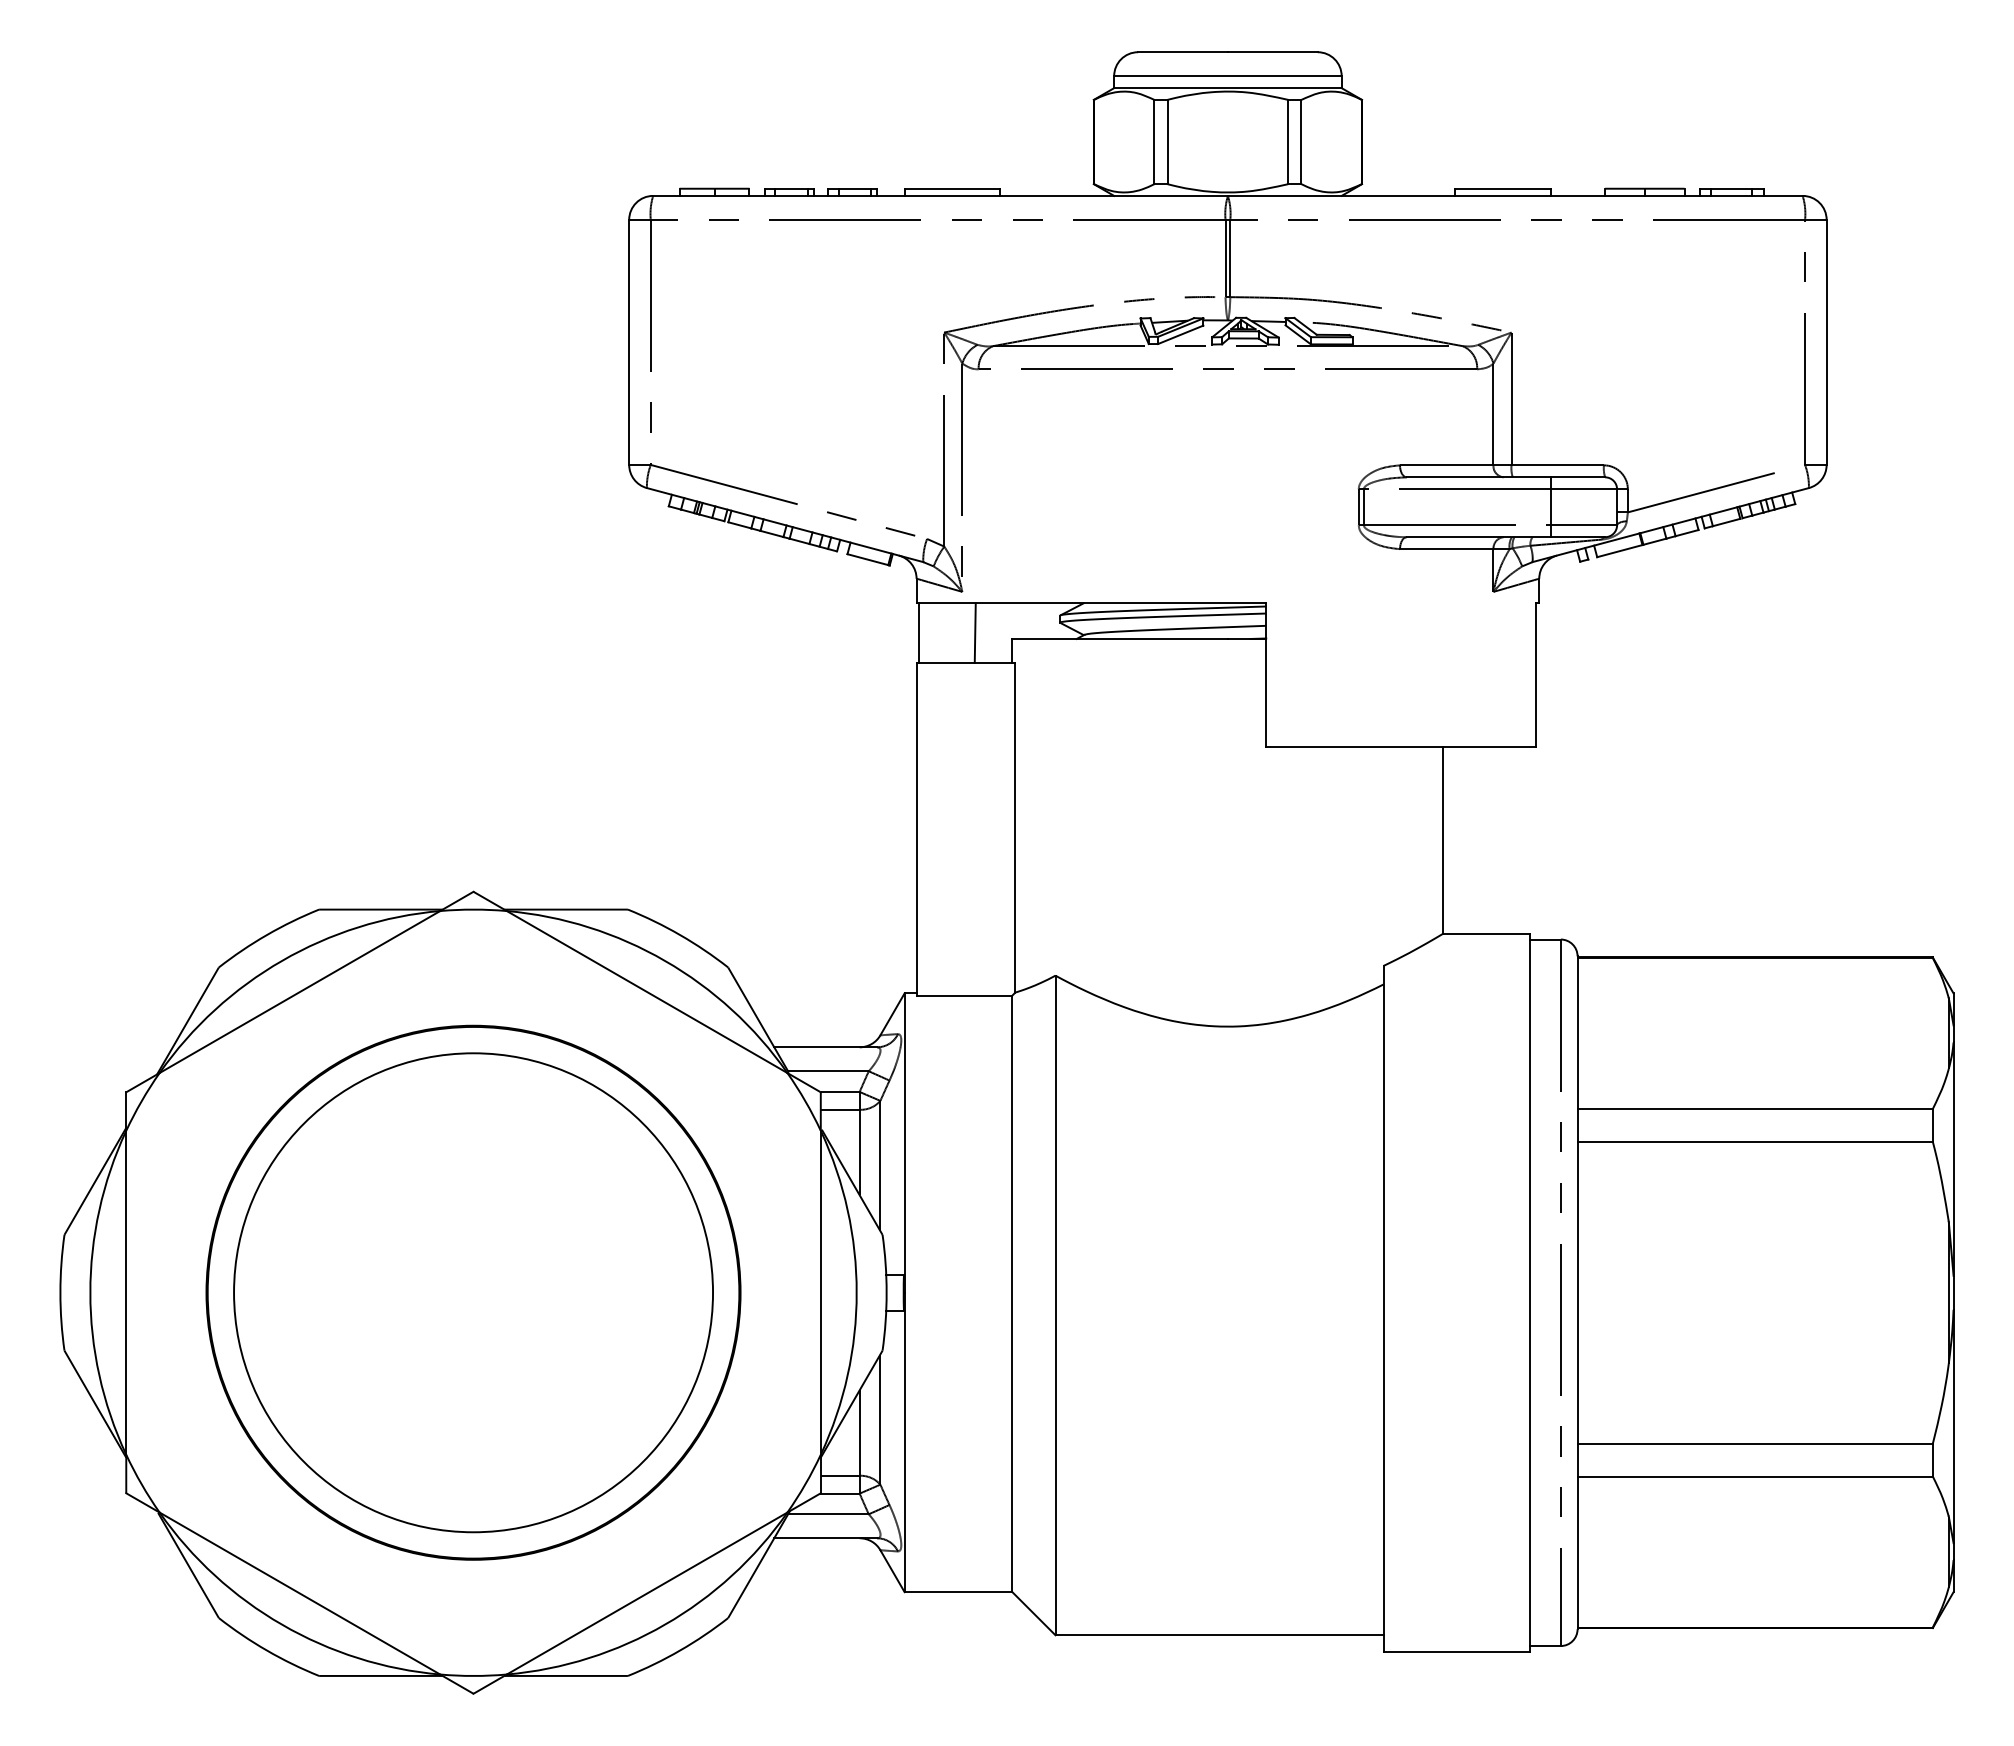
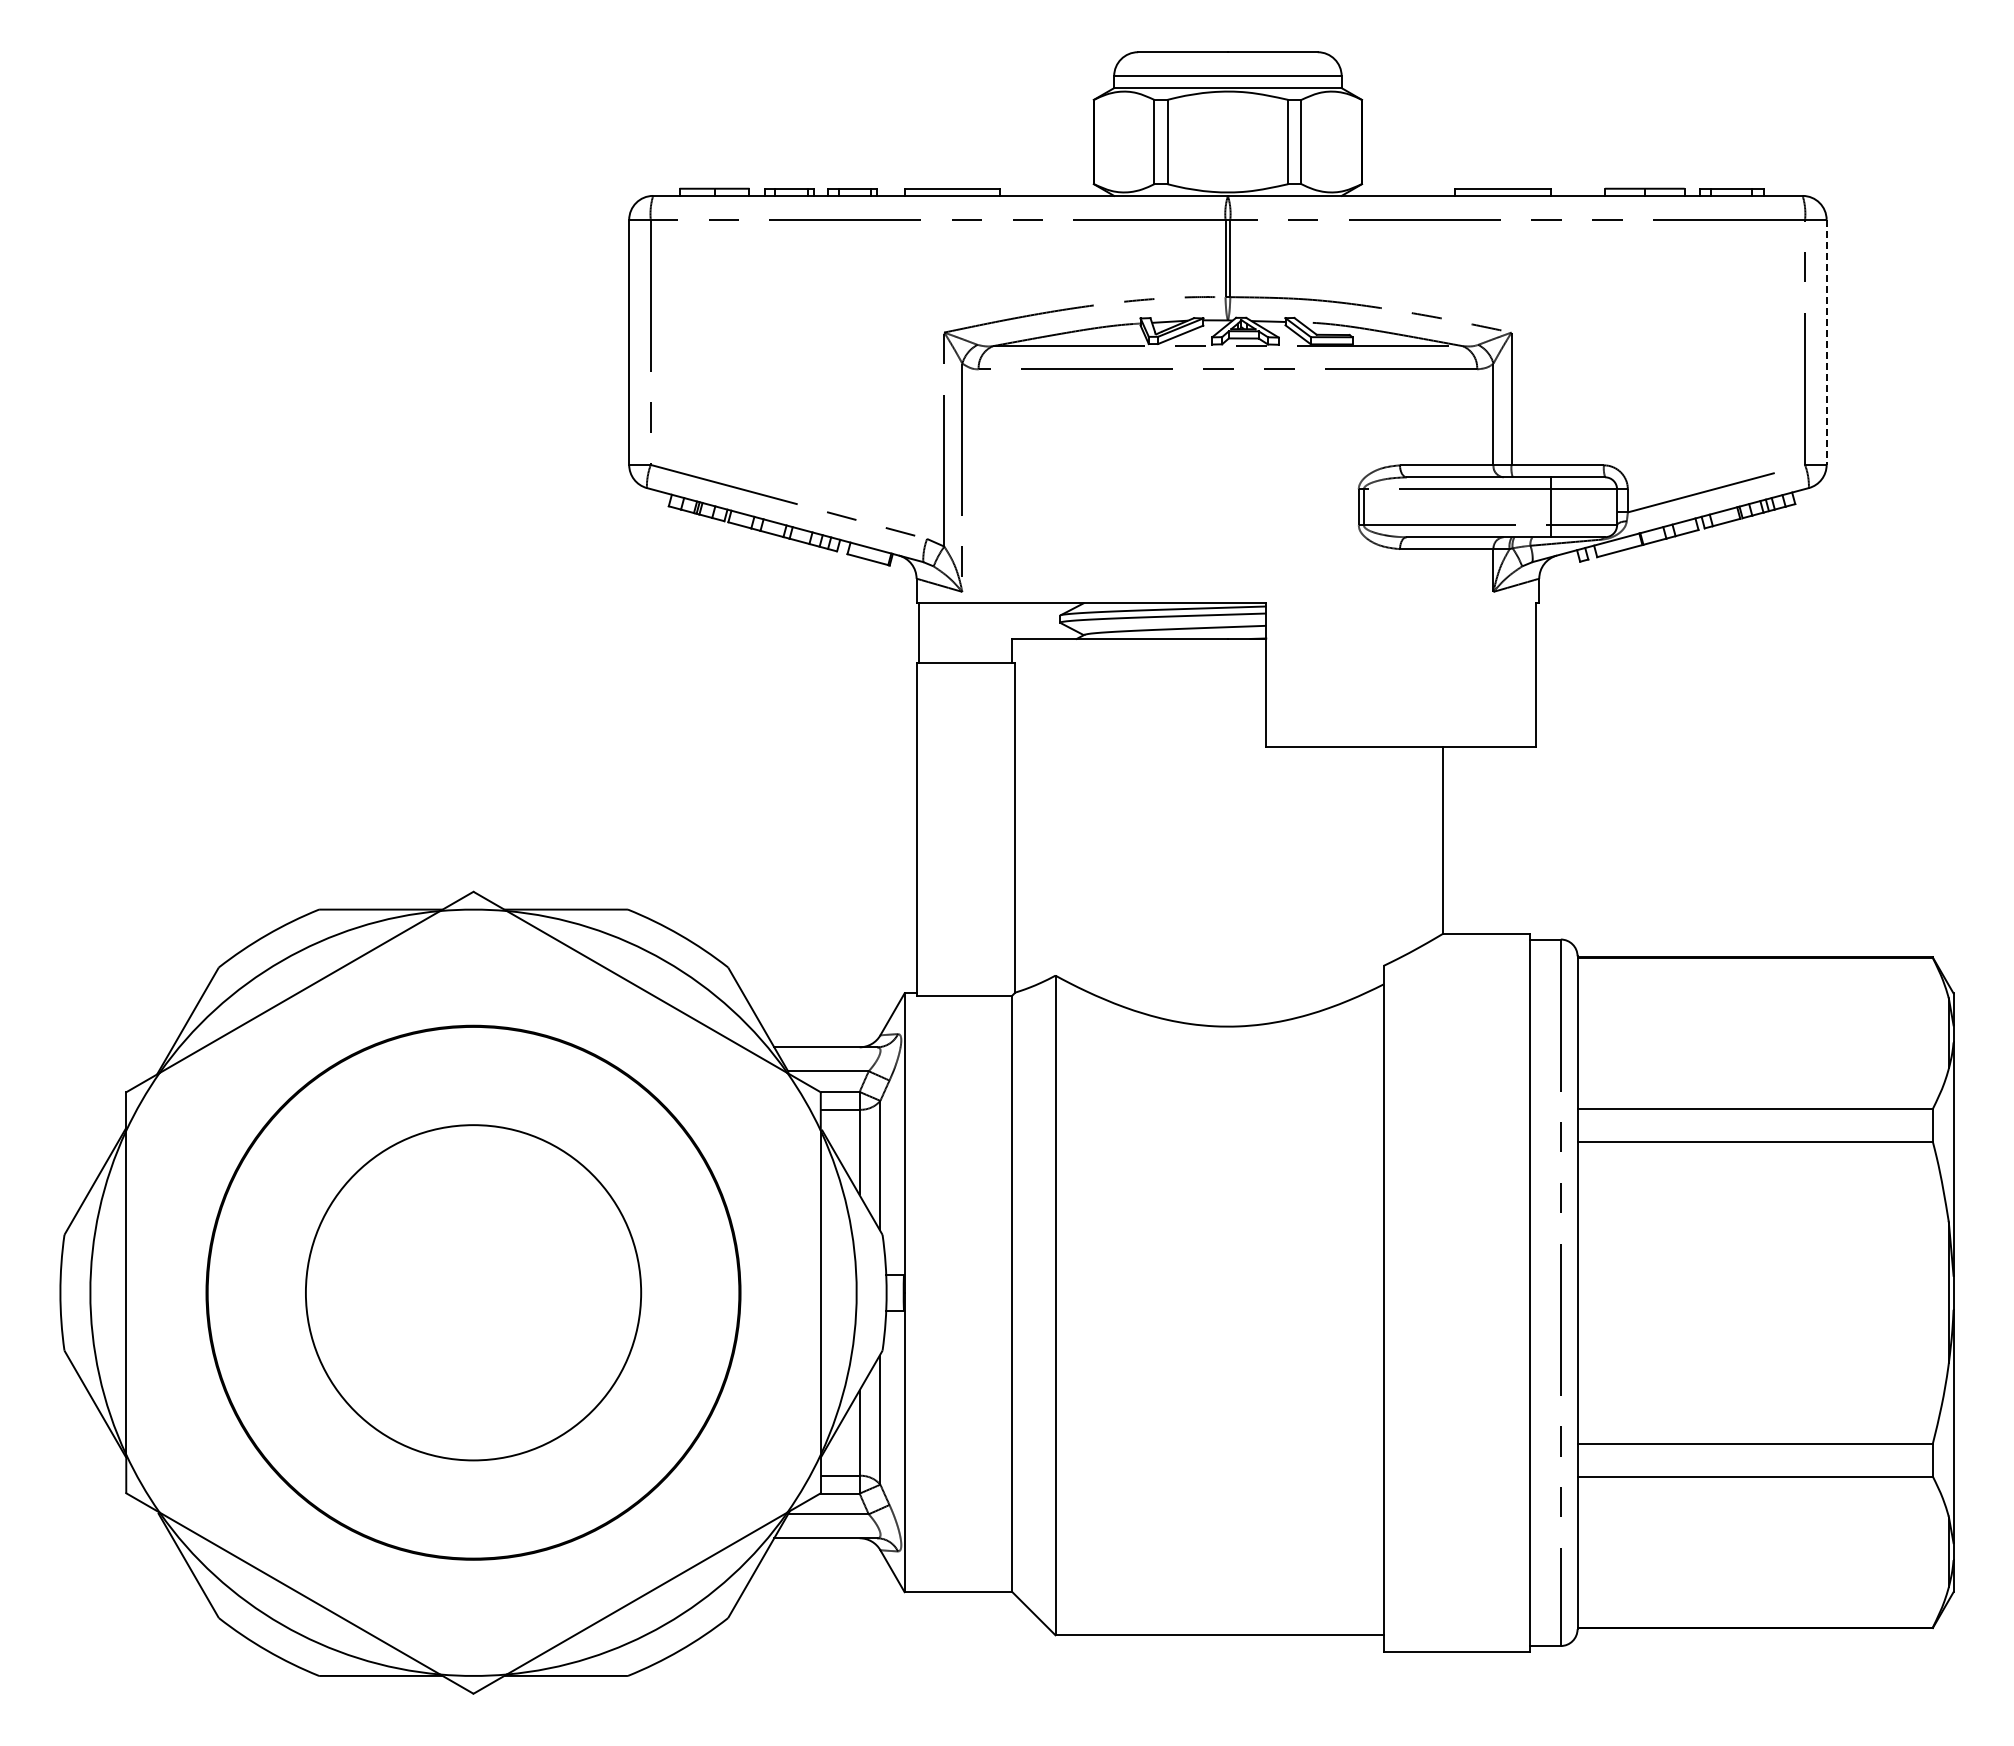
line at (1826, 342): solid -> dashed
line at (974, 632): present -> none
circle at (473, 1292) diameter: 479 px -> 335 px
